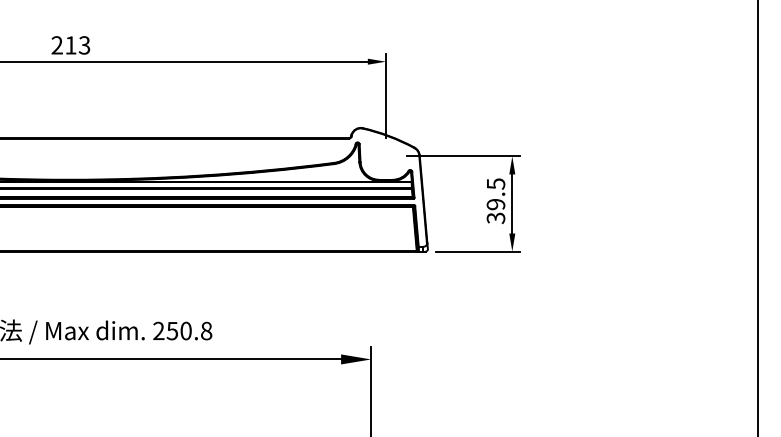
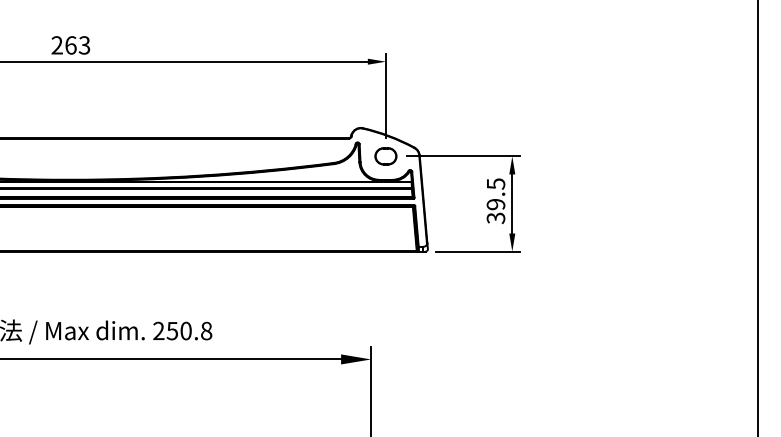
text at (70, 45): 213 -> 263
part at (385, 156): none -> present
